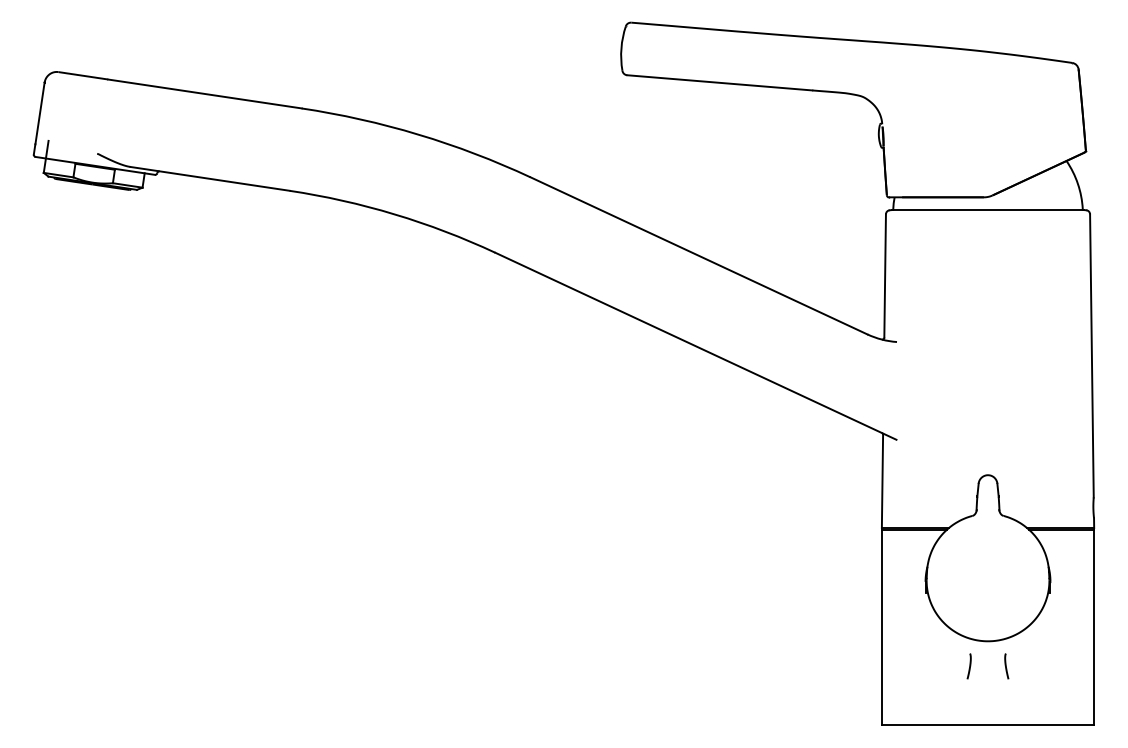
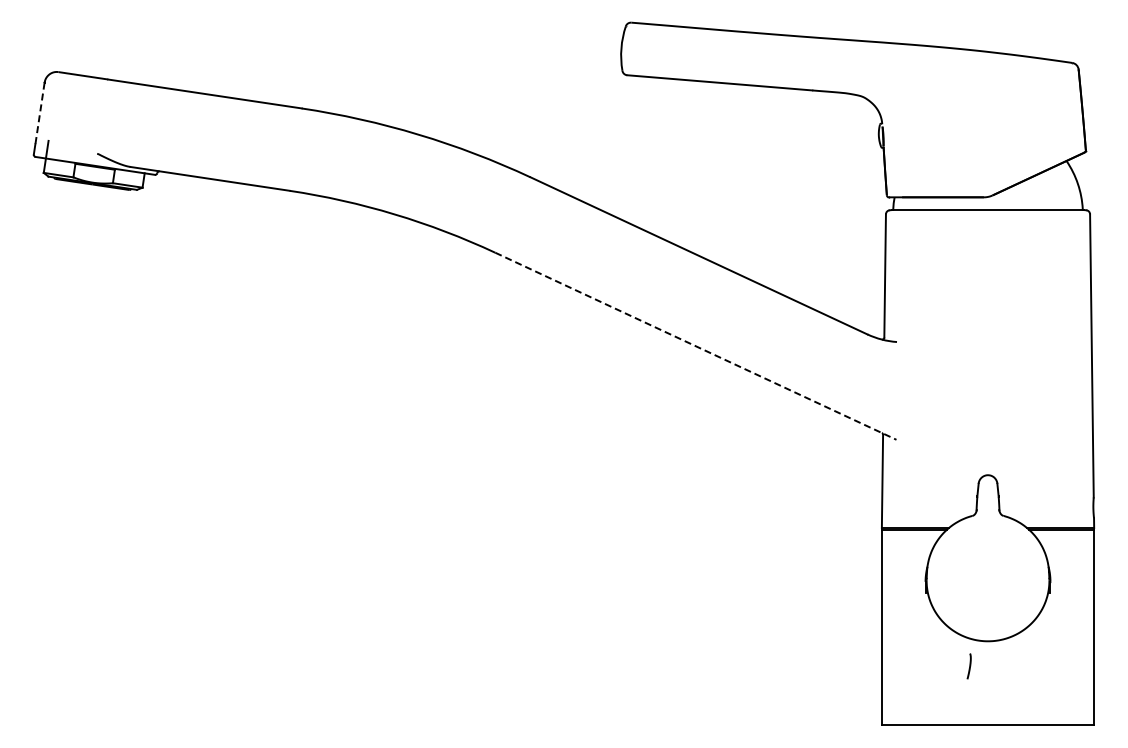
line at (39, 113): solid -> dashed
line at (696, 346): solid -> dashed
line at (1006, 666): present -> none
